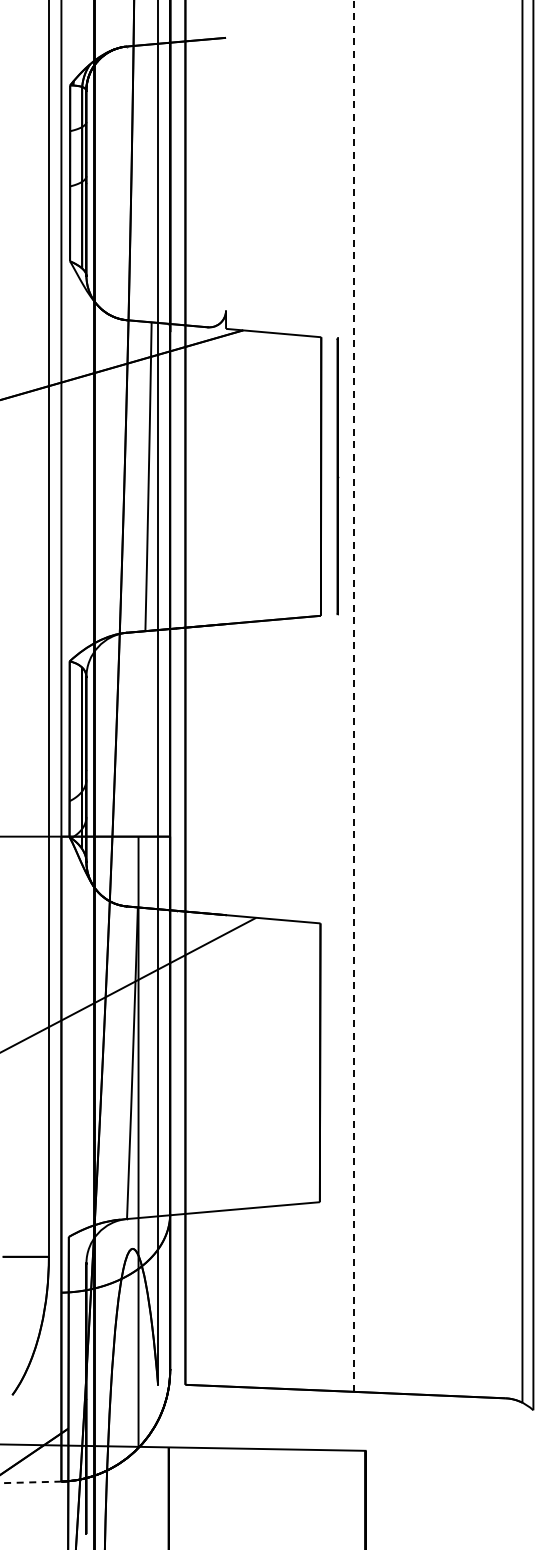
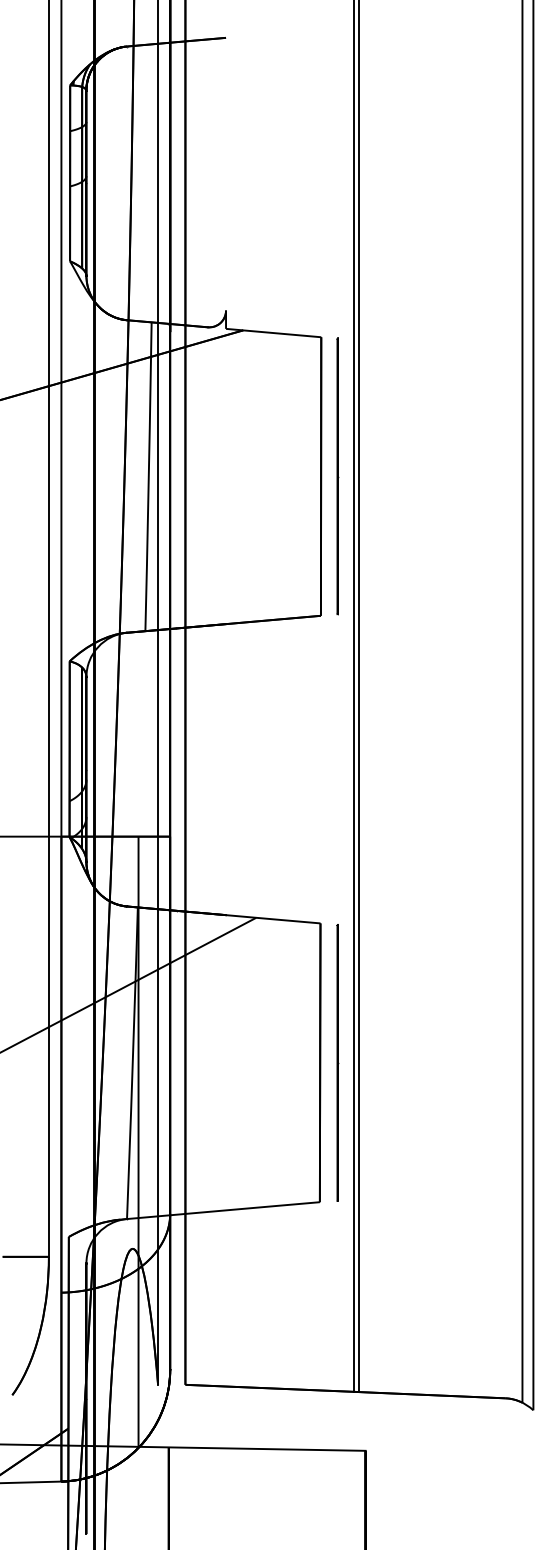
line at (353, 695): dashed -> solid
line at (359, 697): none -> present
line at (337, 1062): none -> present
line at (30, 1482): dashed -> solid
